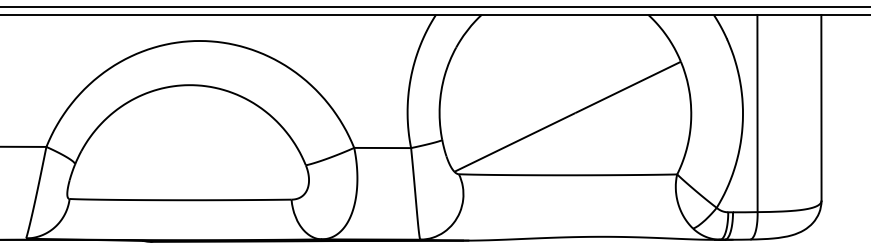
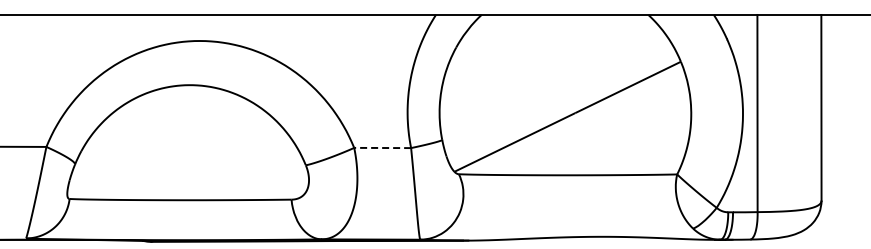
line at (434, 7): present -> none
line at (382, 148): solid -> dashed
